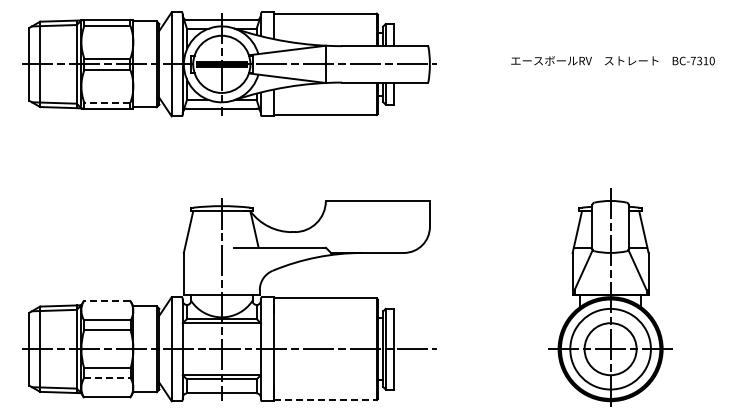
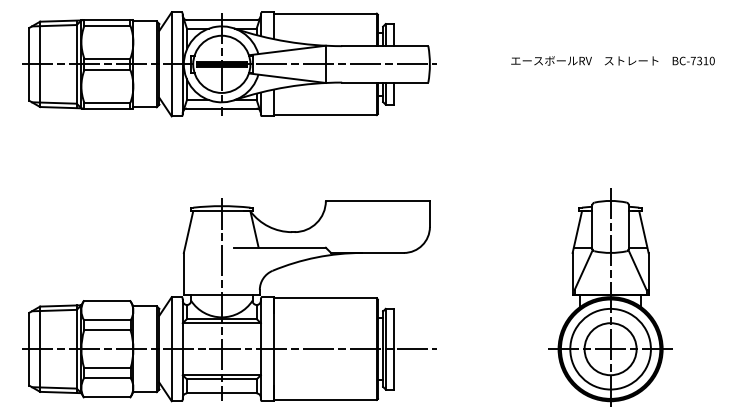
line at (106, 102): dashed -> solid
line at (106, 301): dashed -> solid
line at (107, 378): dashed -> solid
line at (325, 399): dashed -> solid
